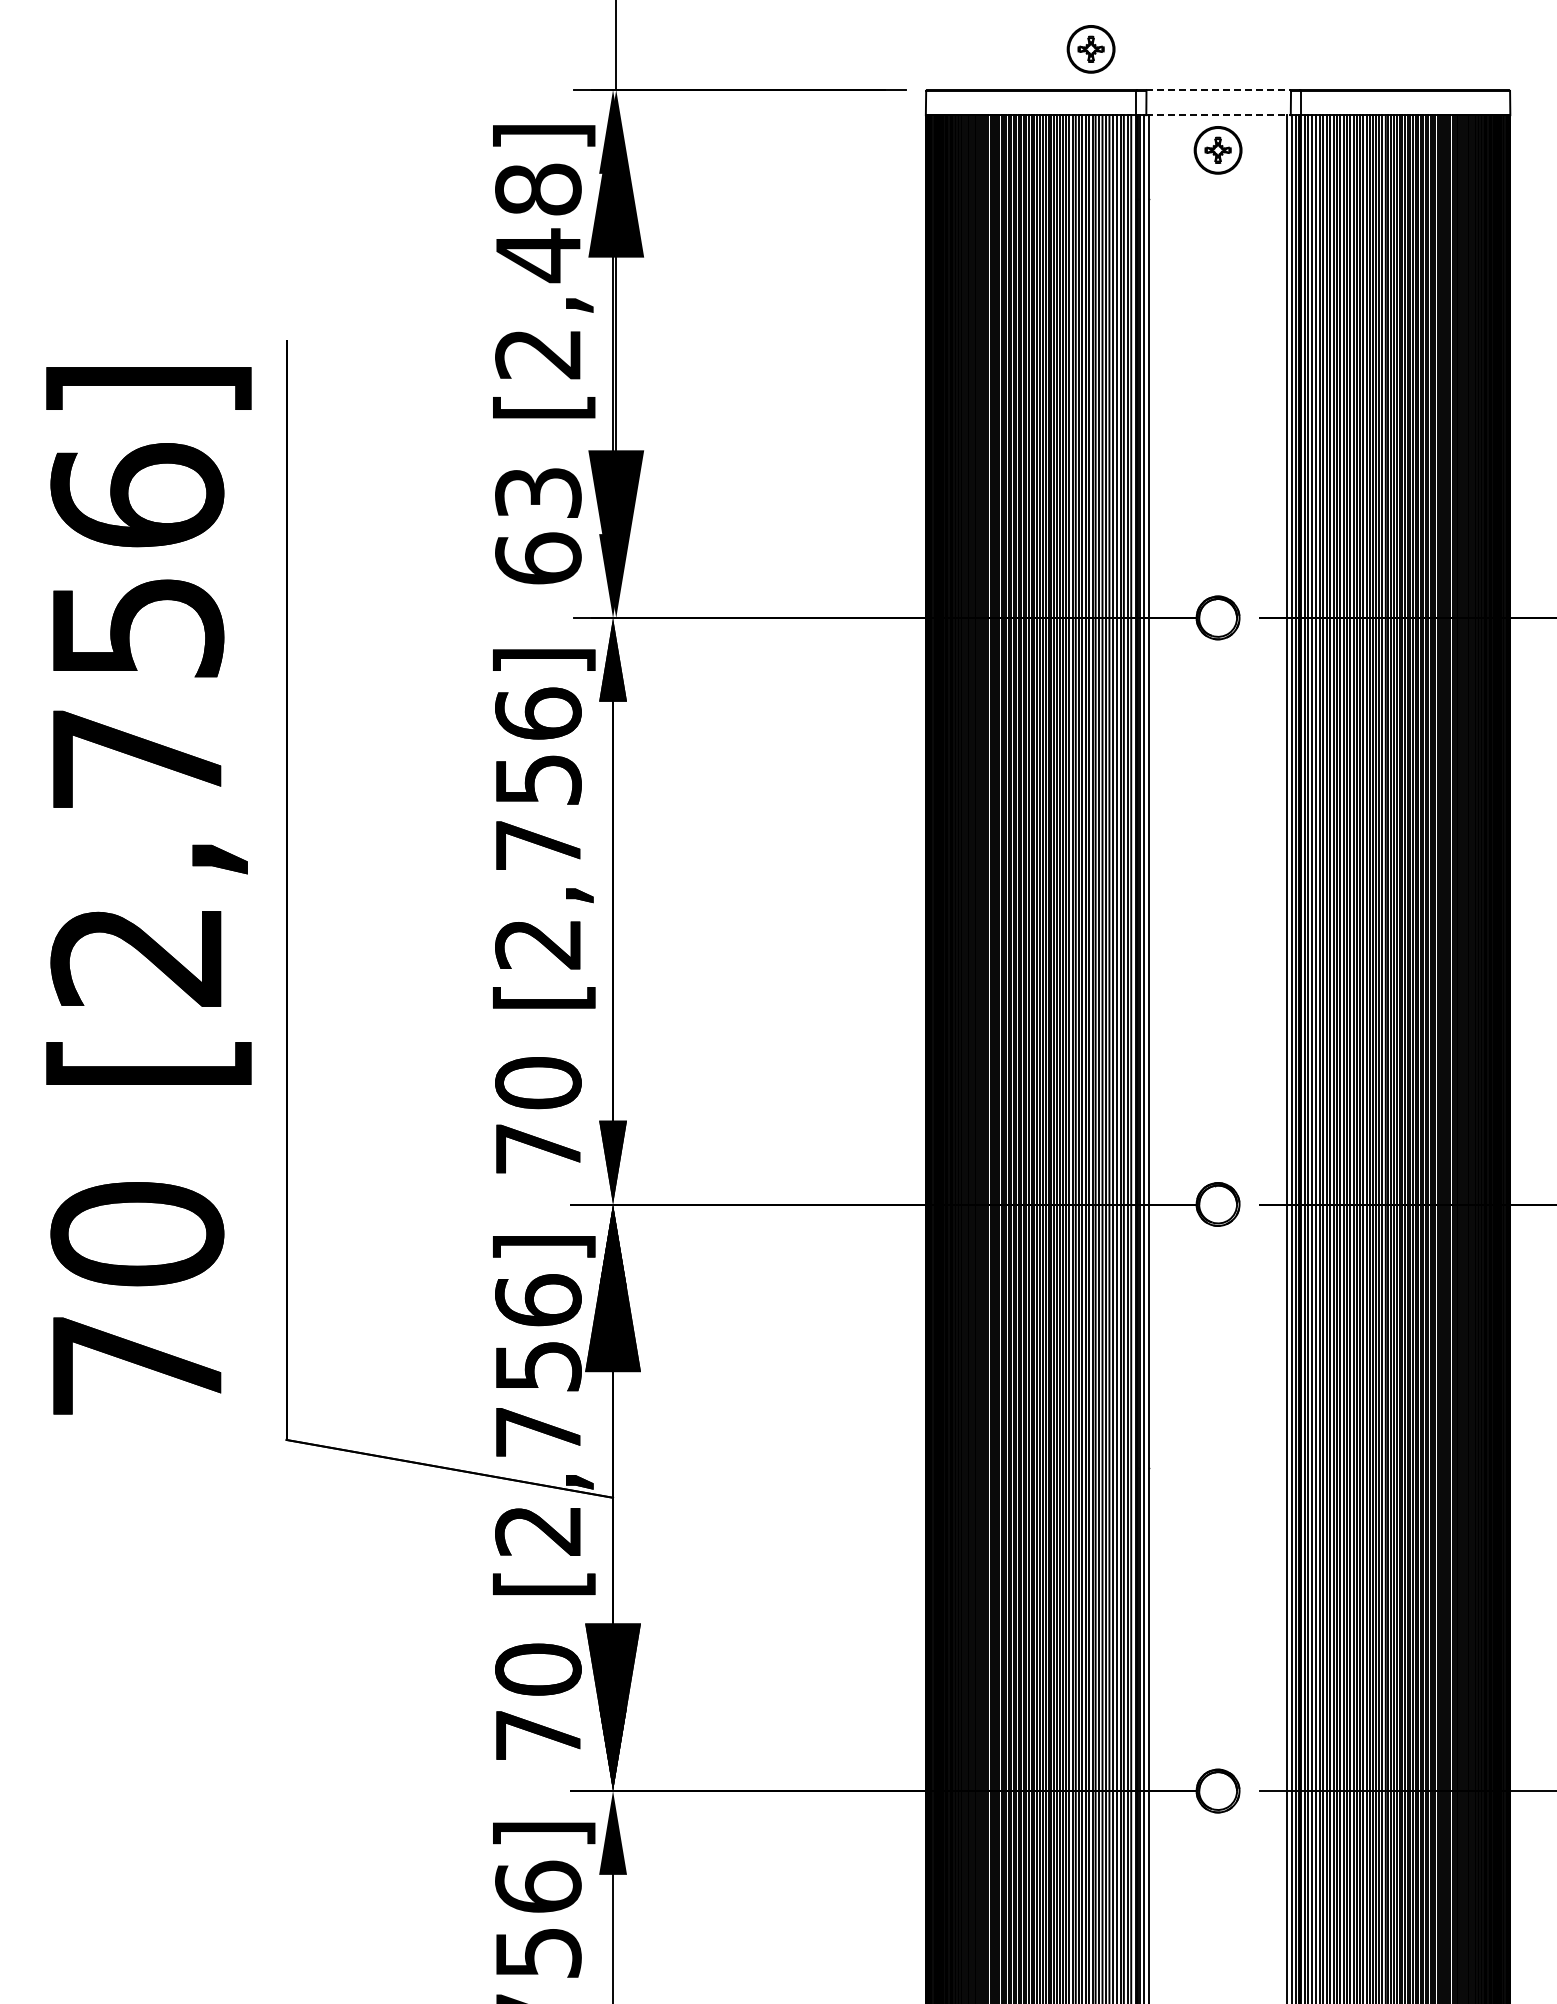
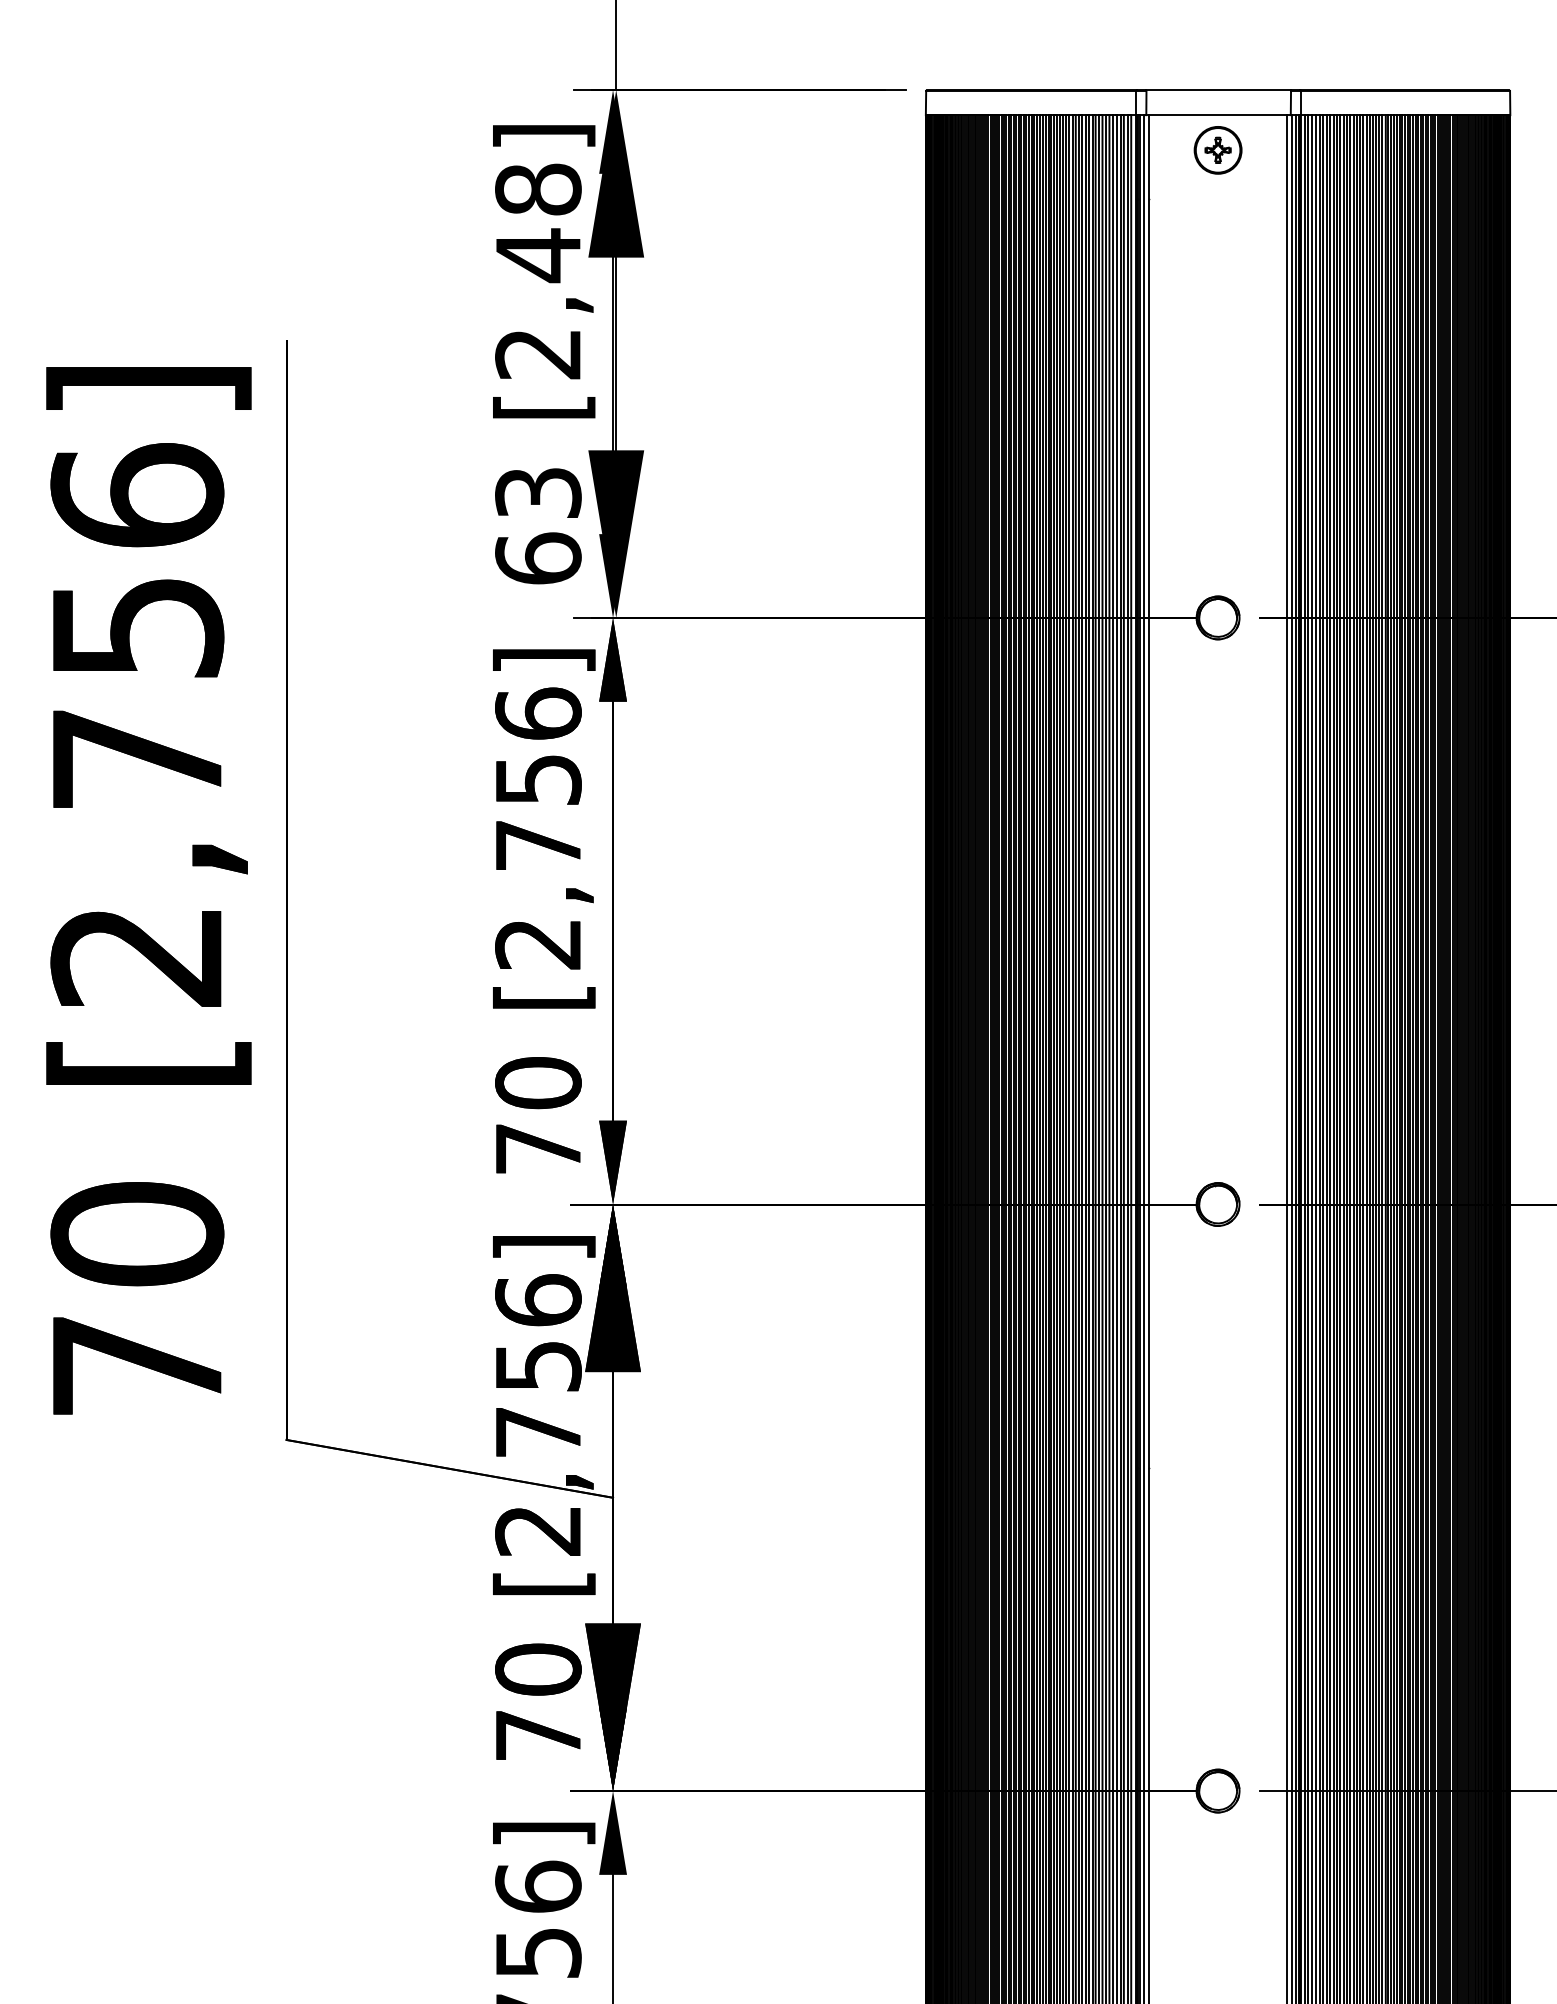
part at (1090, 49): present -> none
line at (1219, 90): dashed -> solid
line at (1219, 115): dashed -> solid
